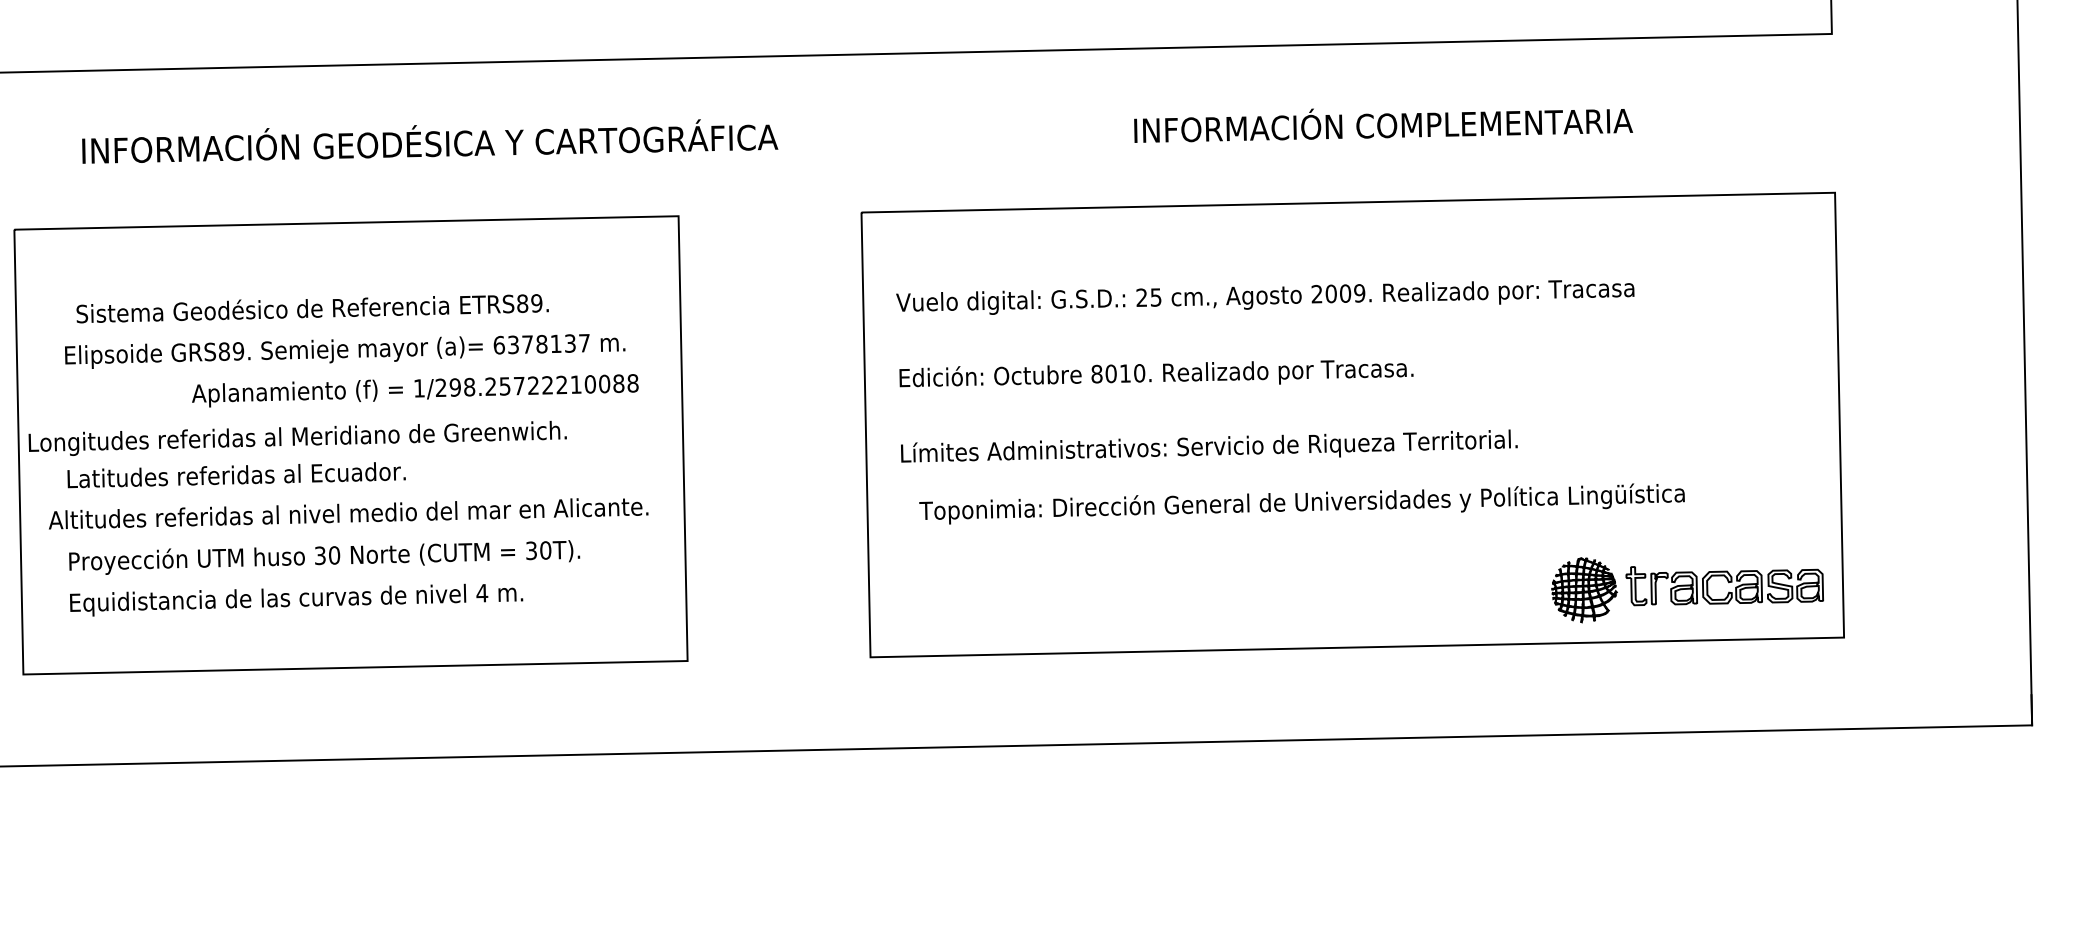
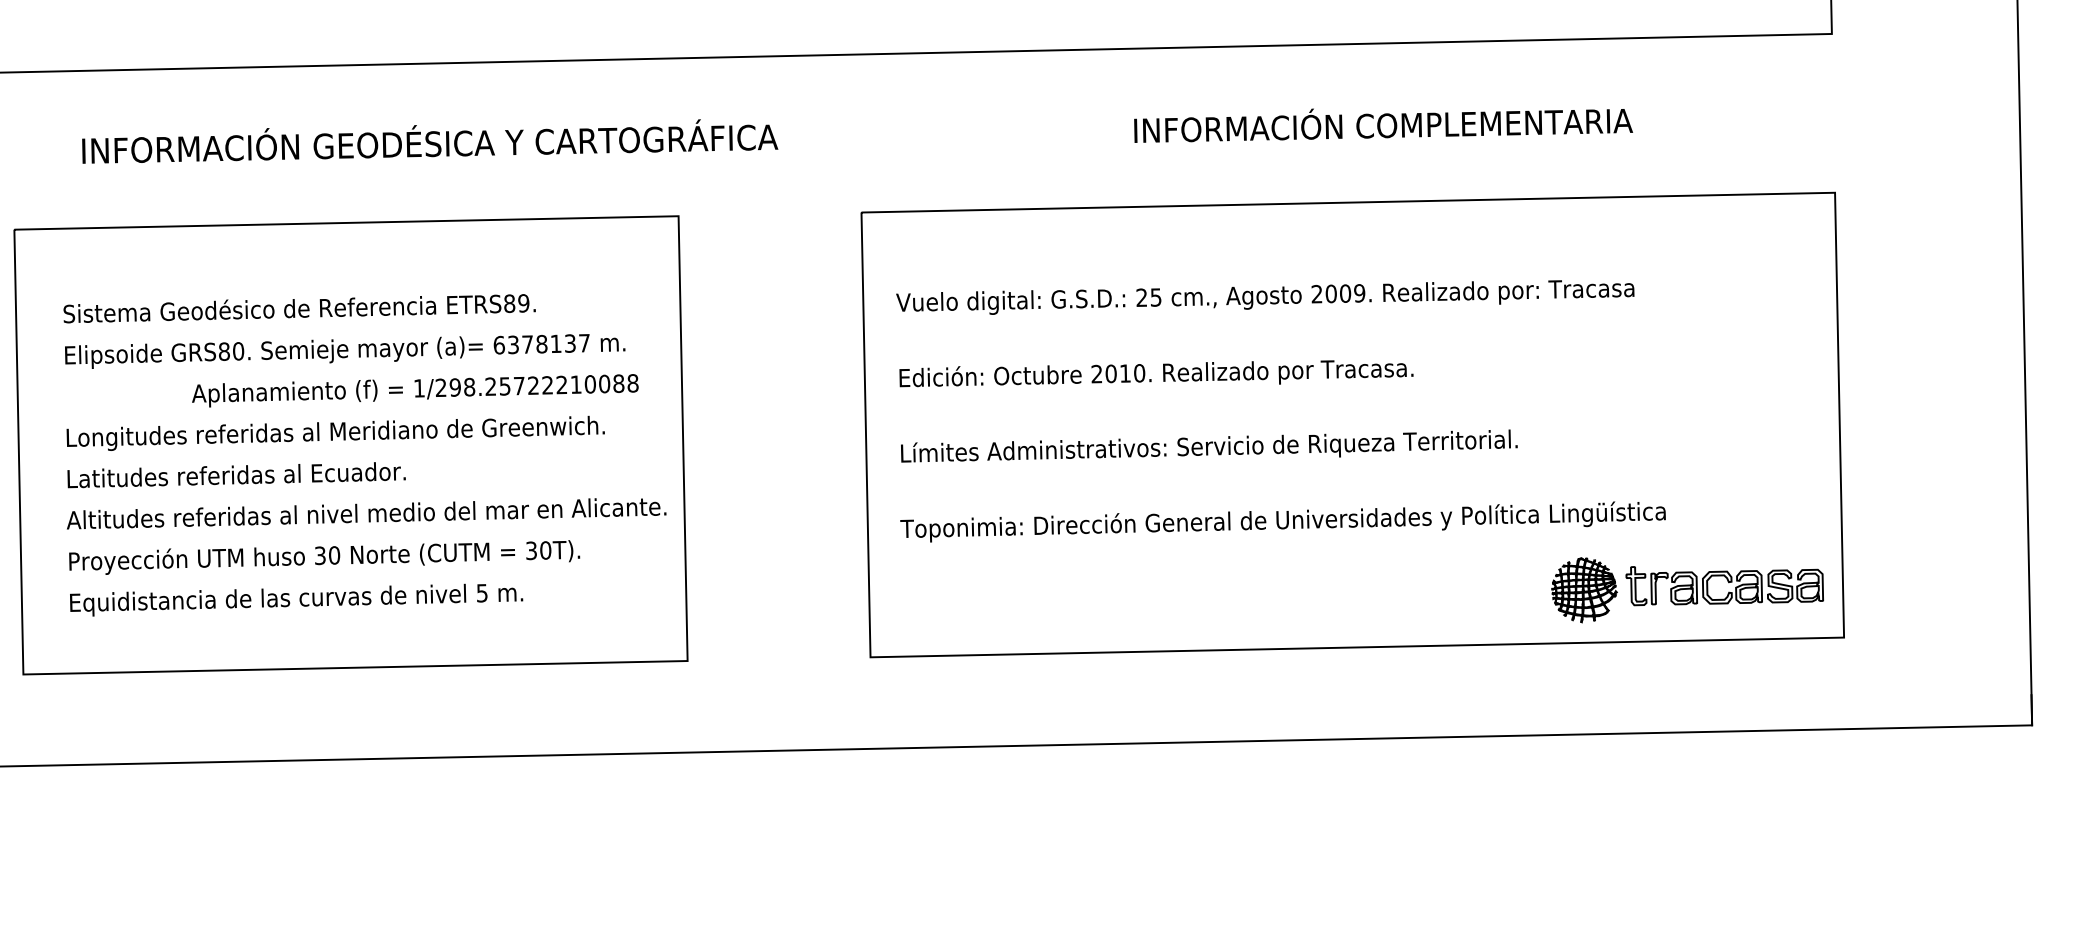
text at (312, 308) position: (312, 308) -> (299, 308)
text at (238, 351): GRS89. -> GRS80.
text at (1096, 373): 8010. -> 2010.
text at (297, 437) position: (297, 437) -> (335, 432)
text at (1301, 503) position: (1301, 503) -> (1282, 521)
text at (348, 513) position: (348, 513) -> (366, 513)
text at (482, 593): 4 -> 5
